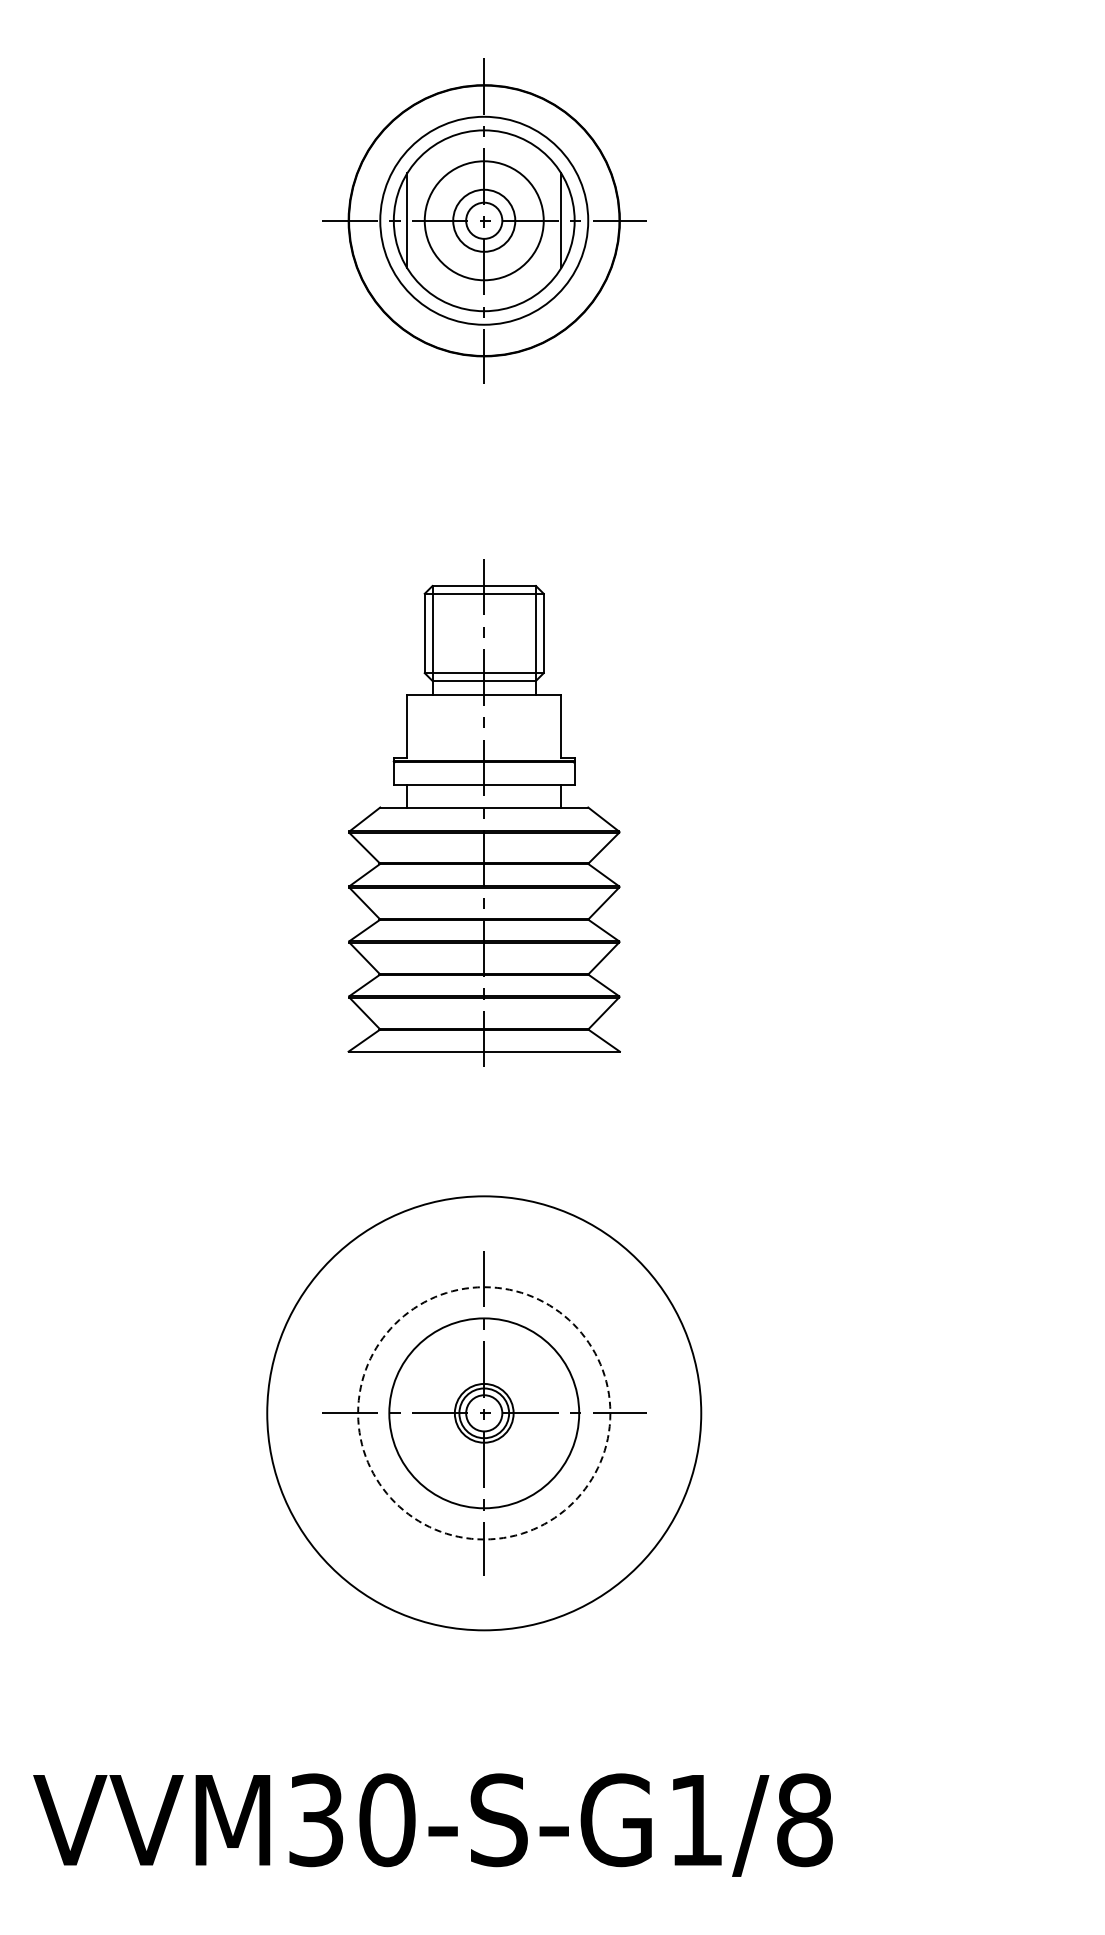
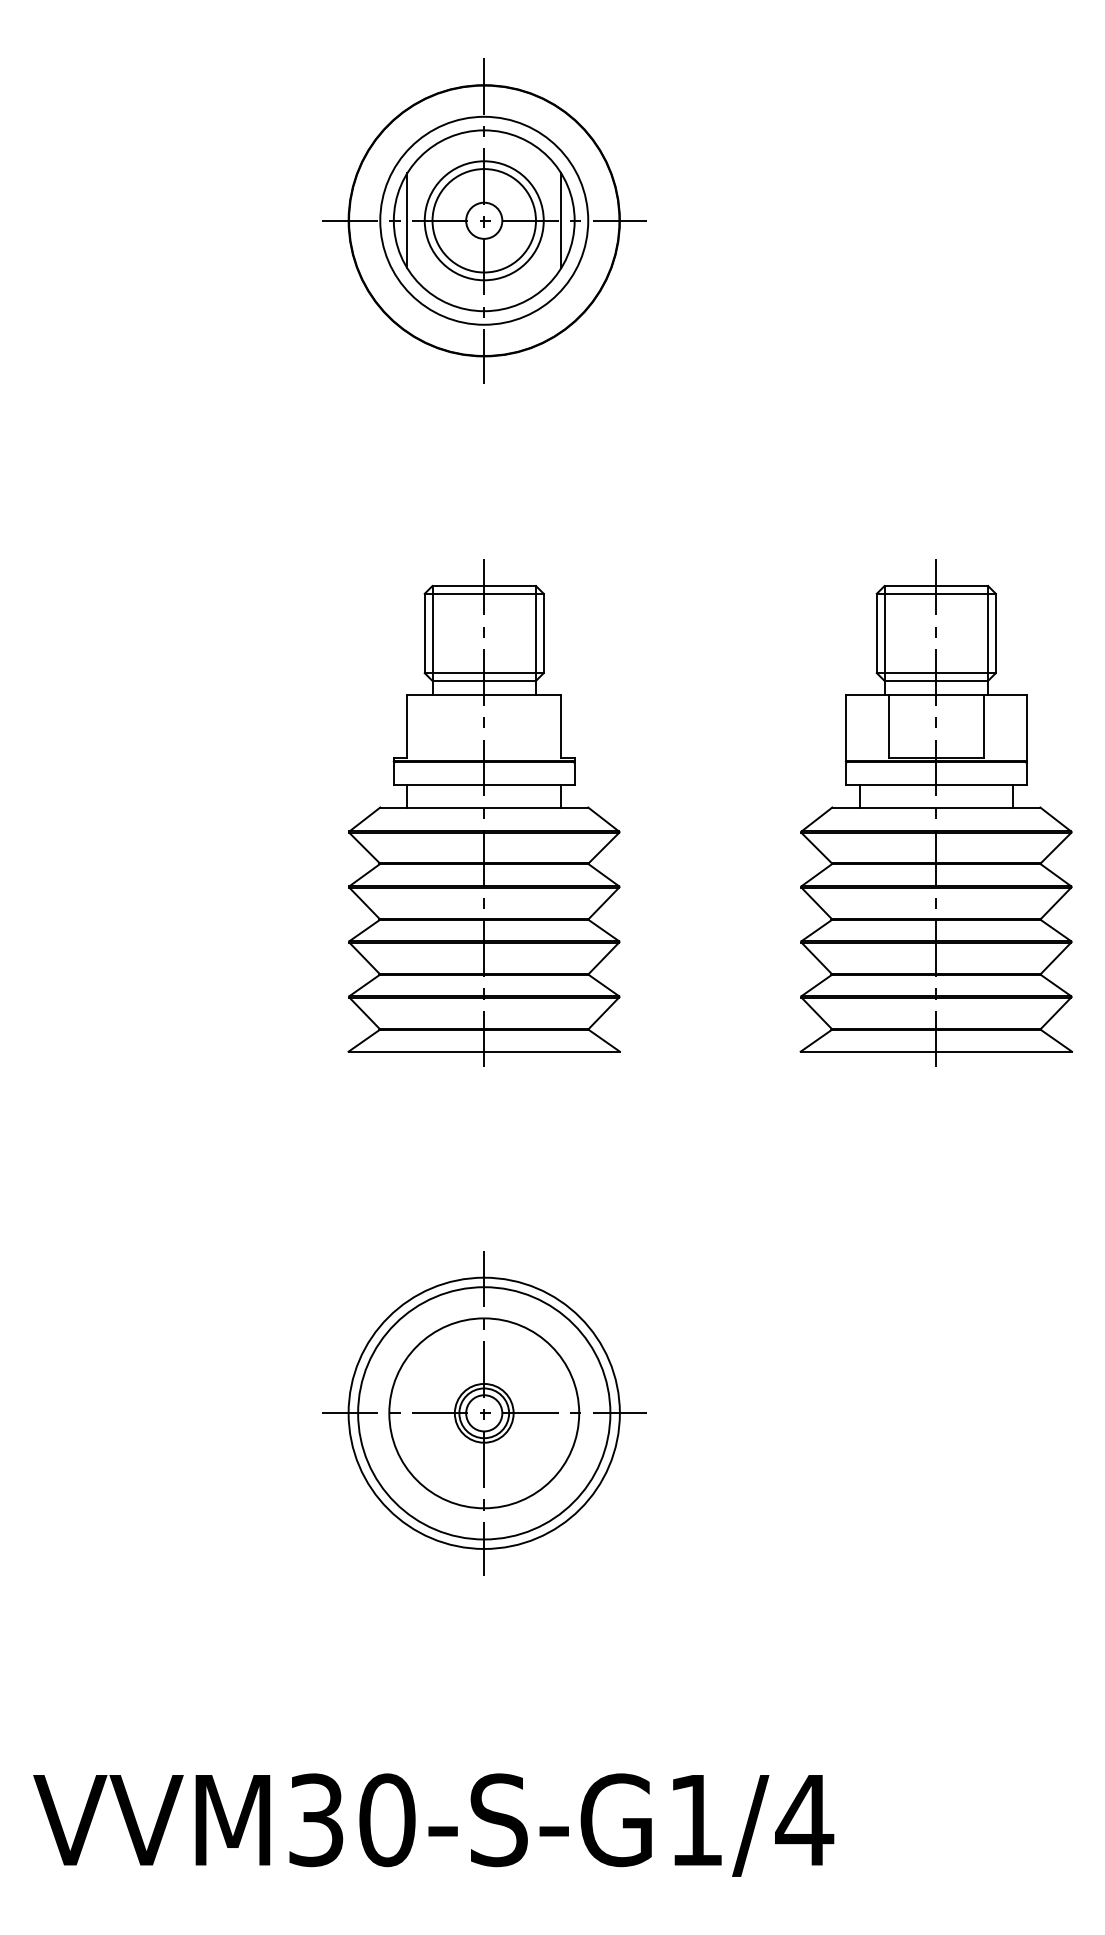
circle at (484, 220) diameter: 62 px -> 103 px
part at (935, 812): none -> present
circle at (484, 1413) diameter: 434 px -> 271 px
circle at (484, 1413): dashed -> solid
text at (804, 1820): VVM30-S-G1/8 -> VVM30-S-G1/4
